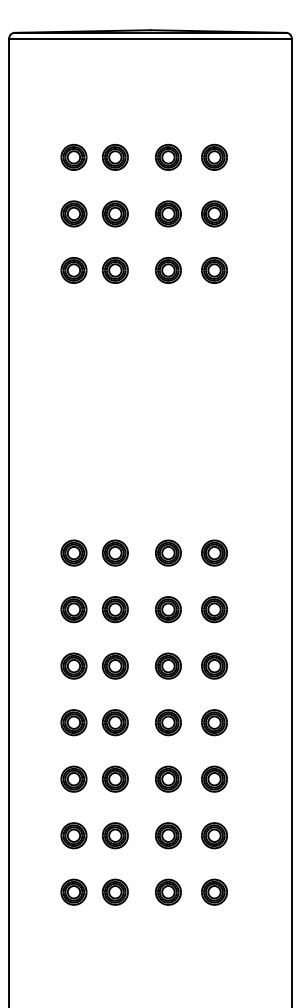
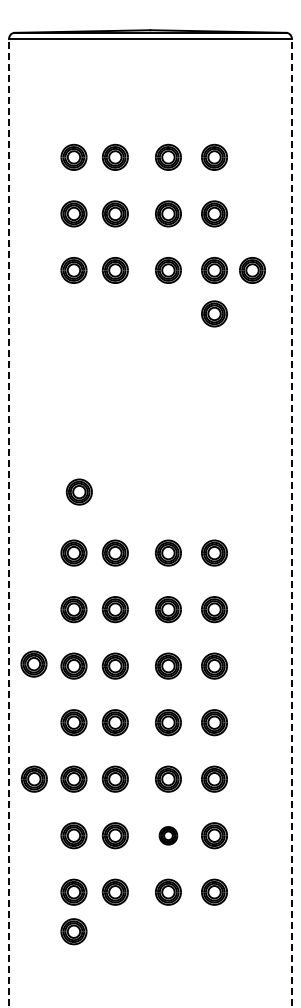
part at (252, 270): none -> present
part at (214, 313): none -> present
part at (78, 491): none -> present
line at (9, 522): solid -> dashed
line at (291, 522): solid -> dashed
part at (33, 663): none -> present
part at (33, 778): none -> present
part at (168, 835) size: 27x28 px -> 21x20 px
part at (73, 931): none -> present
